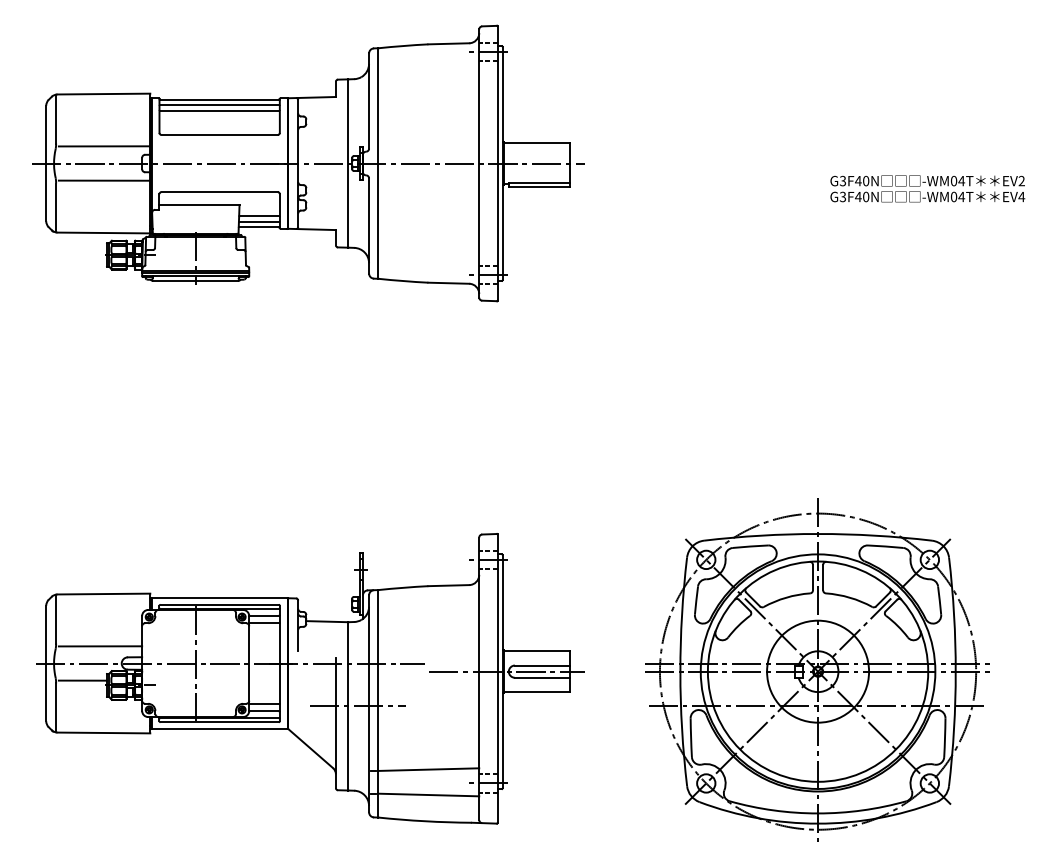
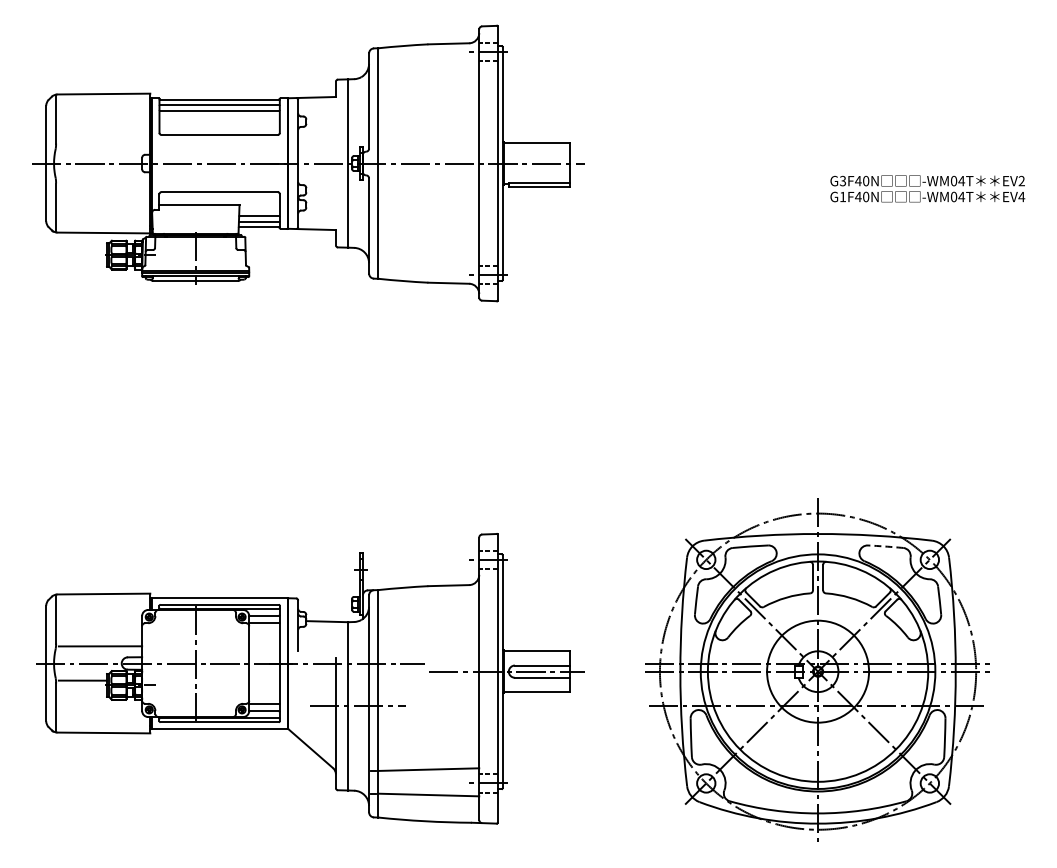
line at (104, 146): present -> none
line at (104, 180): present -> none
text at (842, 196): G3F40N -> G1F40N
arc at (885, 546): solid -> dashed
